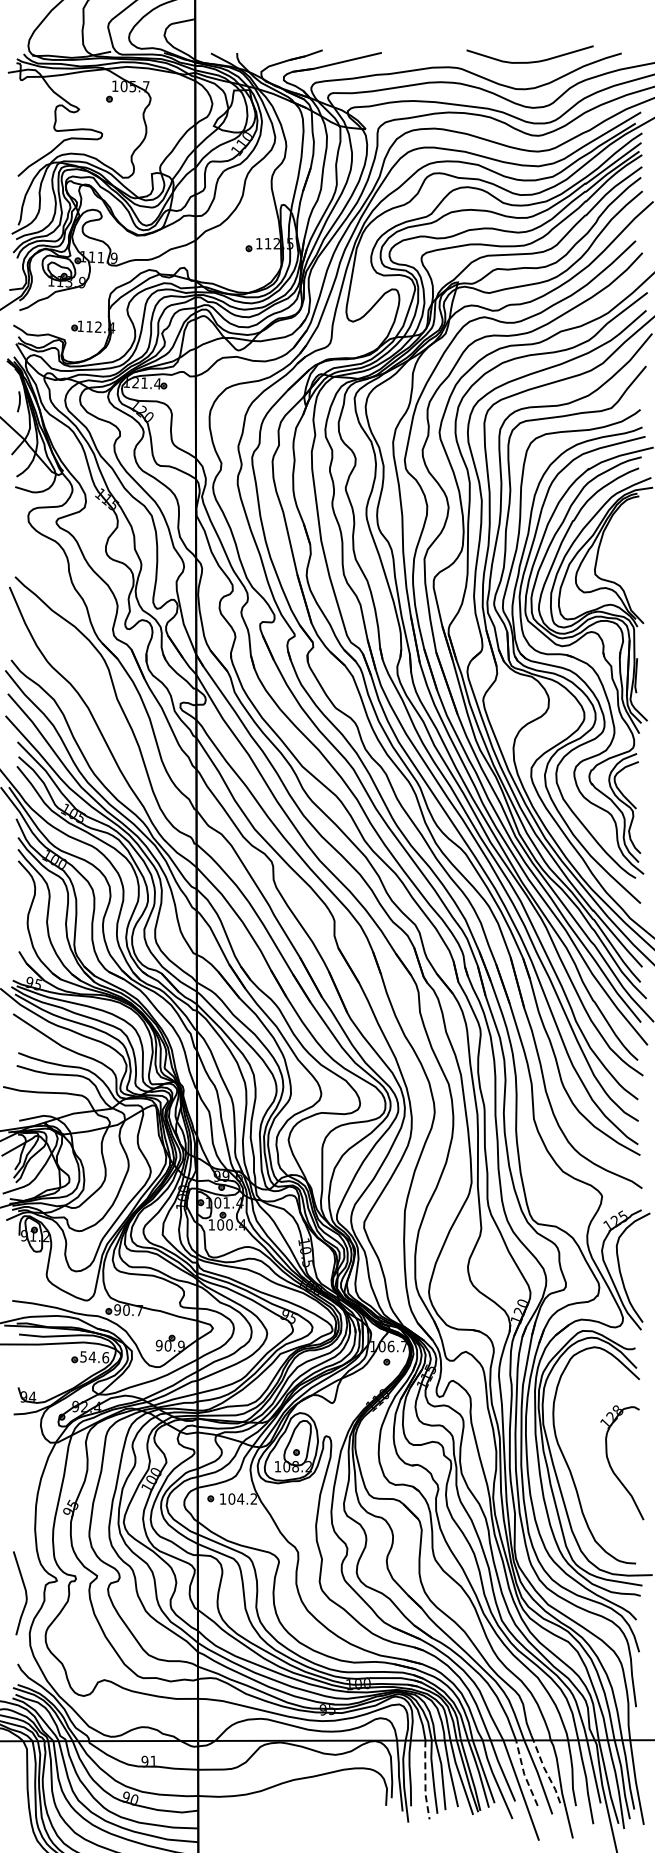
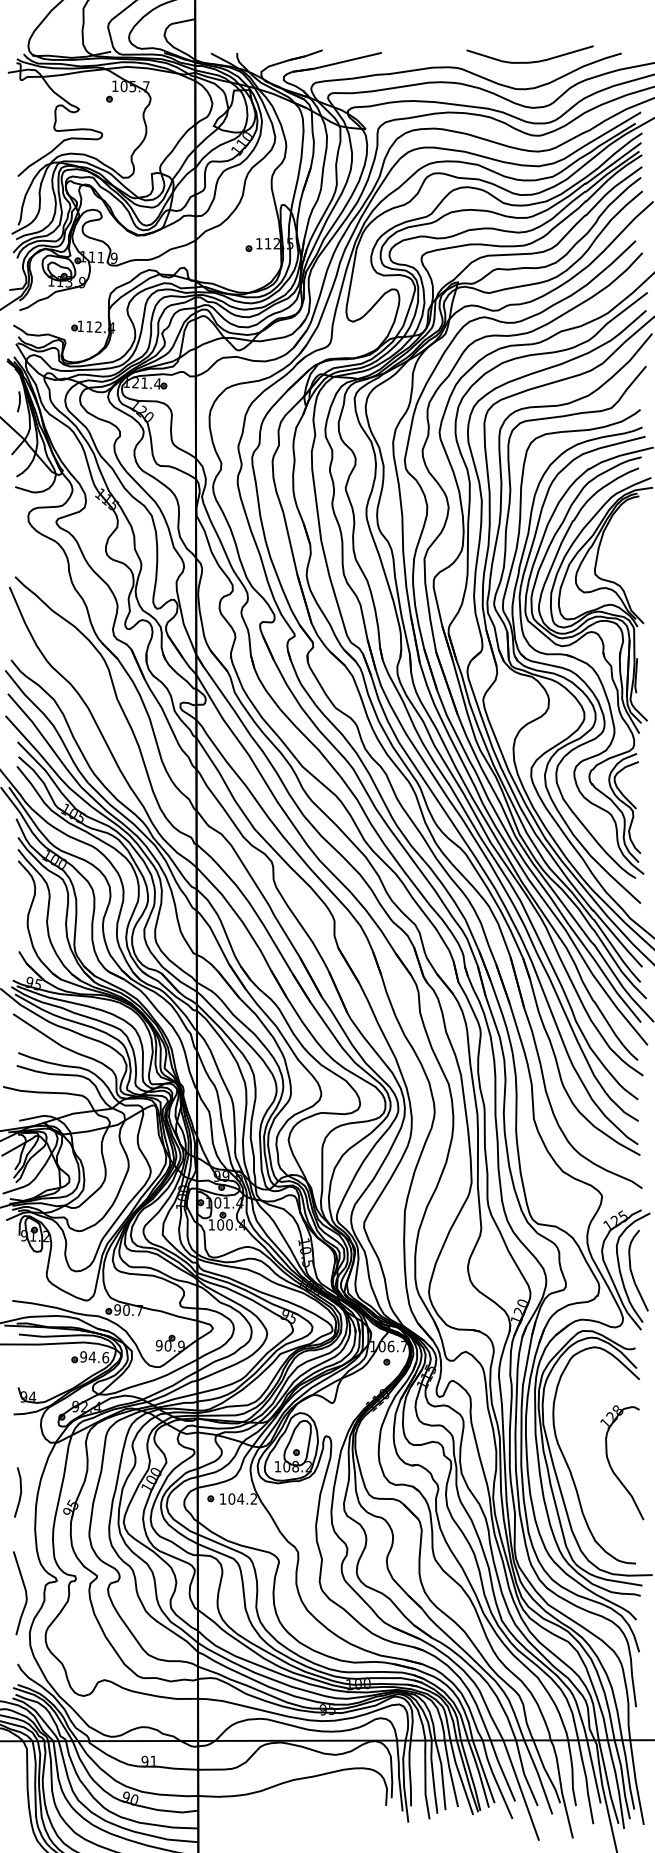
part at (632, 1271): none -> present
text at (83, 1356): 54.6 -> 94.6
line at (20, 1492): none -> present
line at (546, 1772): dashed -> solid
line at (524, 1774): dashed -> solid
line at (425, 1780): dashed -> solid
